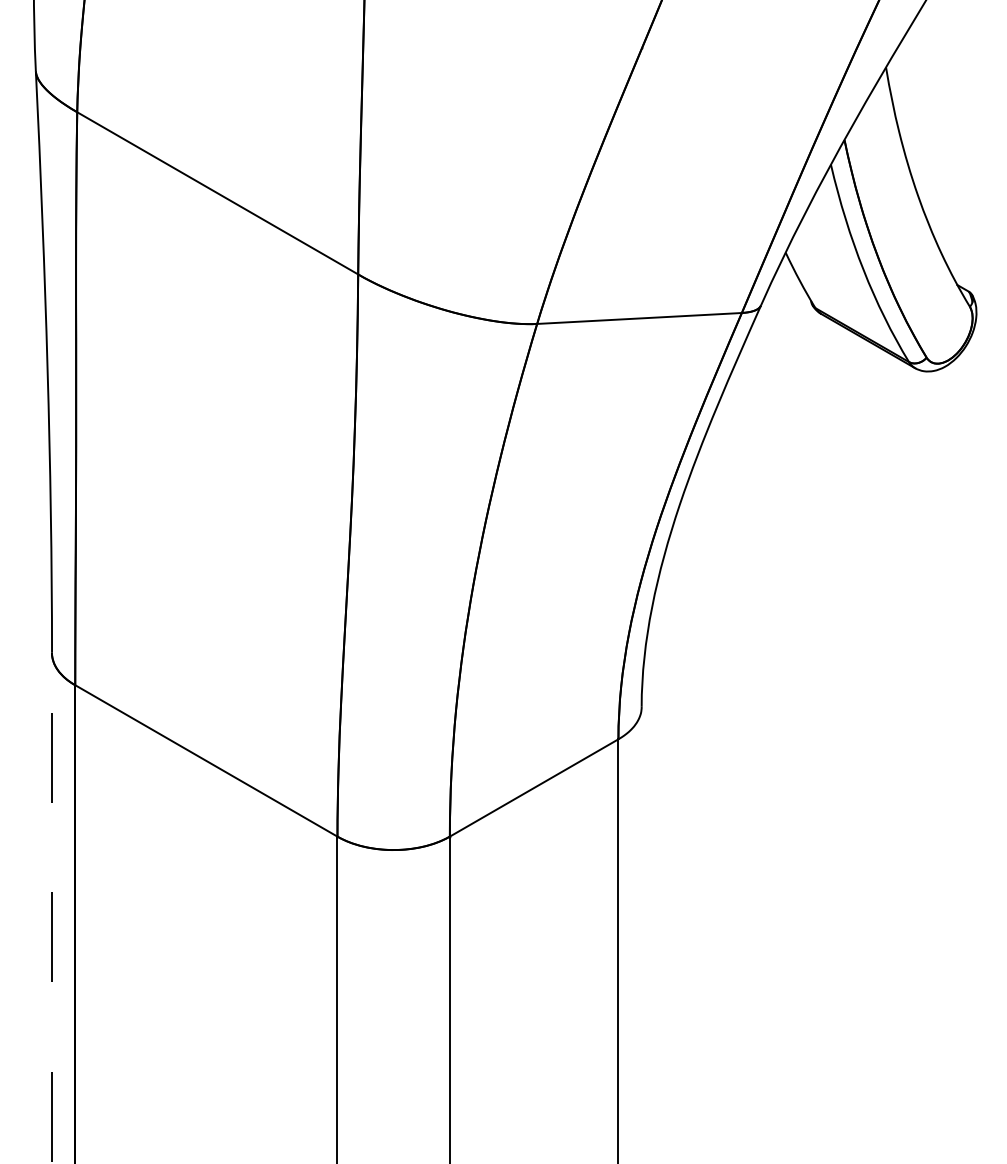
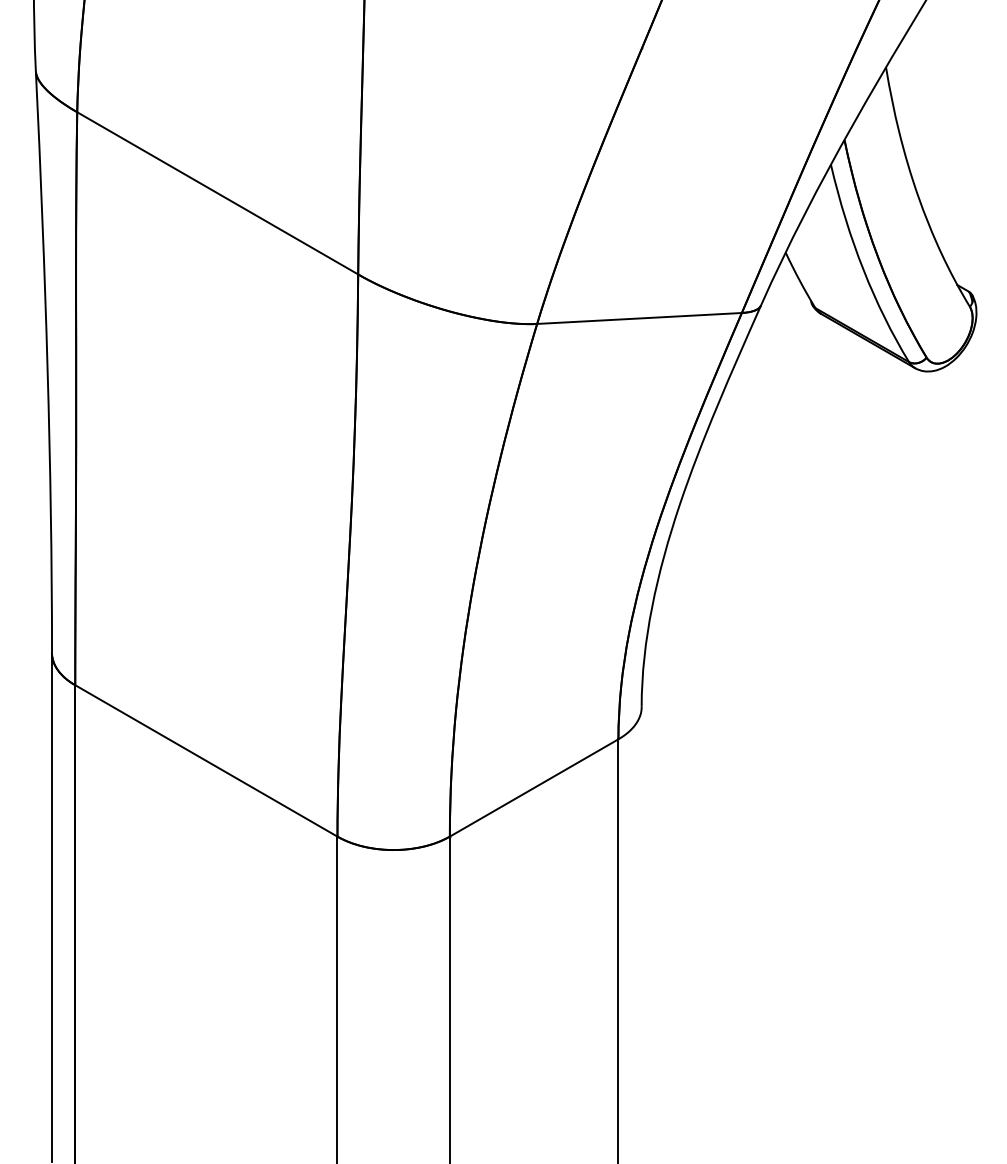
line at (52, 906): dashed -> solid
